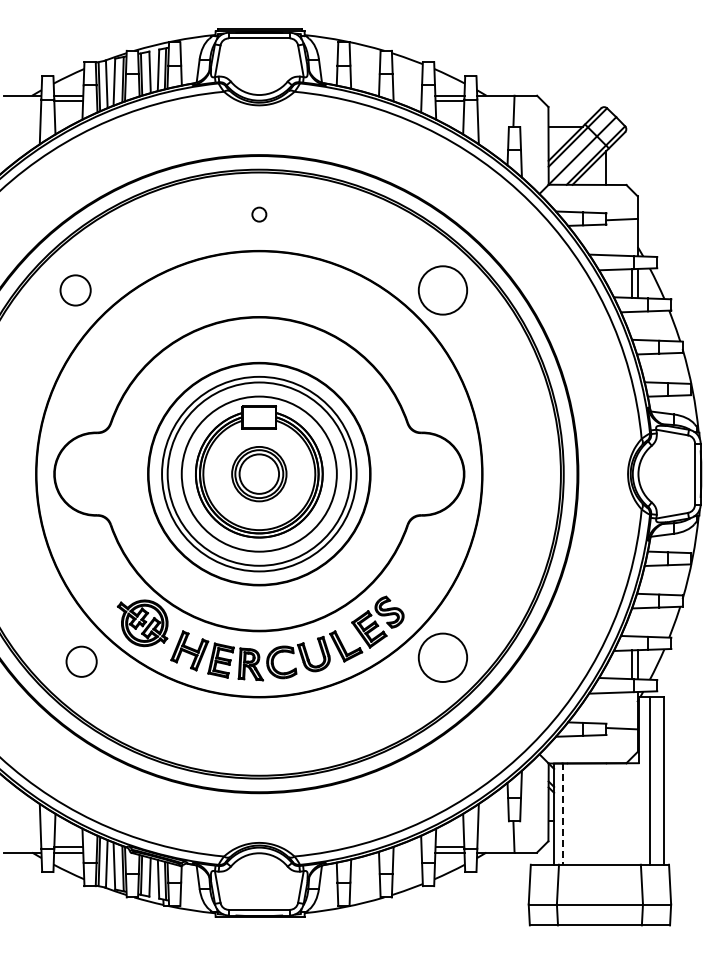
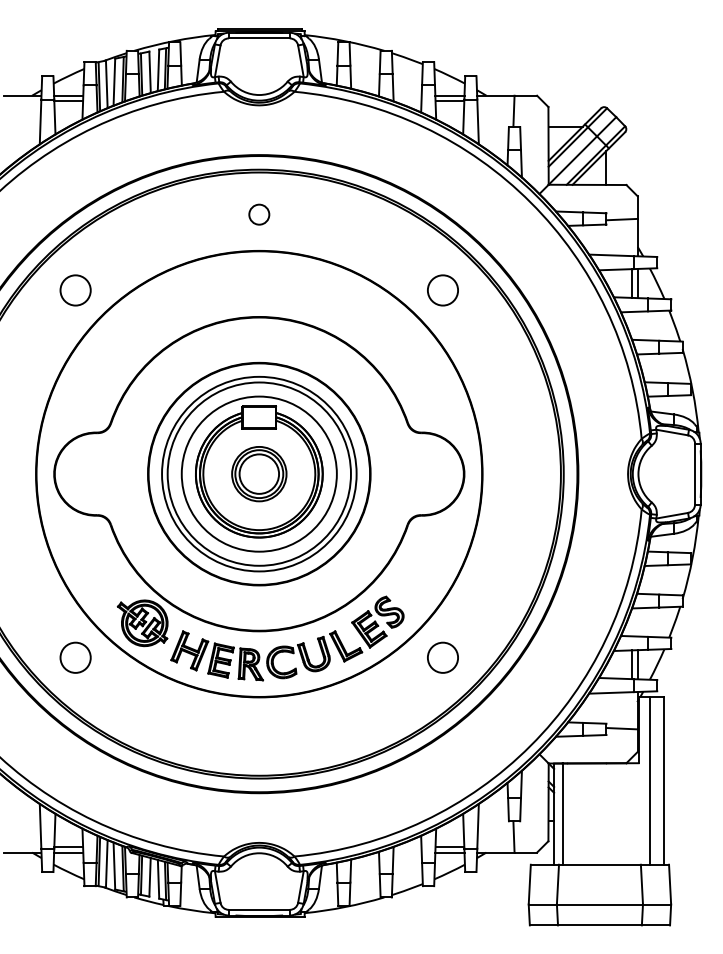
circle at (259, 214) size: 17x17 px -> 23x23 px
circle at (442, 290) diameter: 48 px -> 30 px
circle at (442, 657) diameter: 48 px -> 30 px
circle at (81, 661) position: (81, 661) -> (75, 657)
line at (562, 814): dashed -> solid
